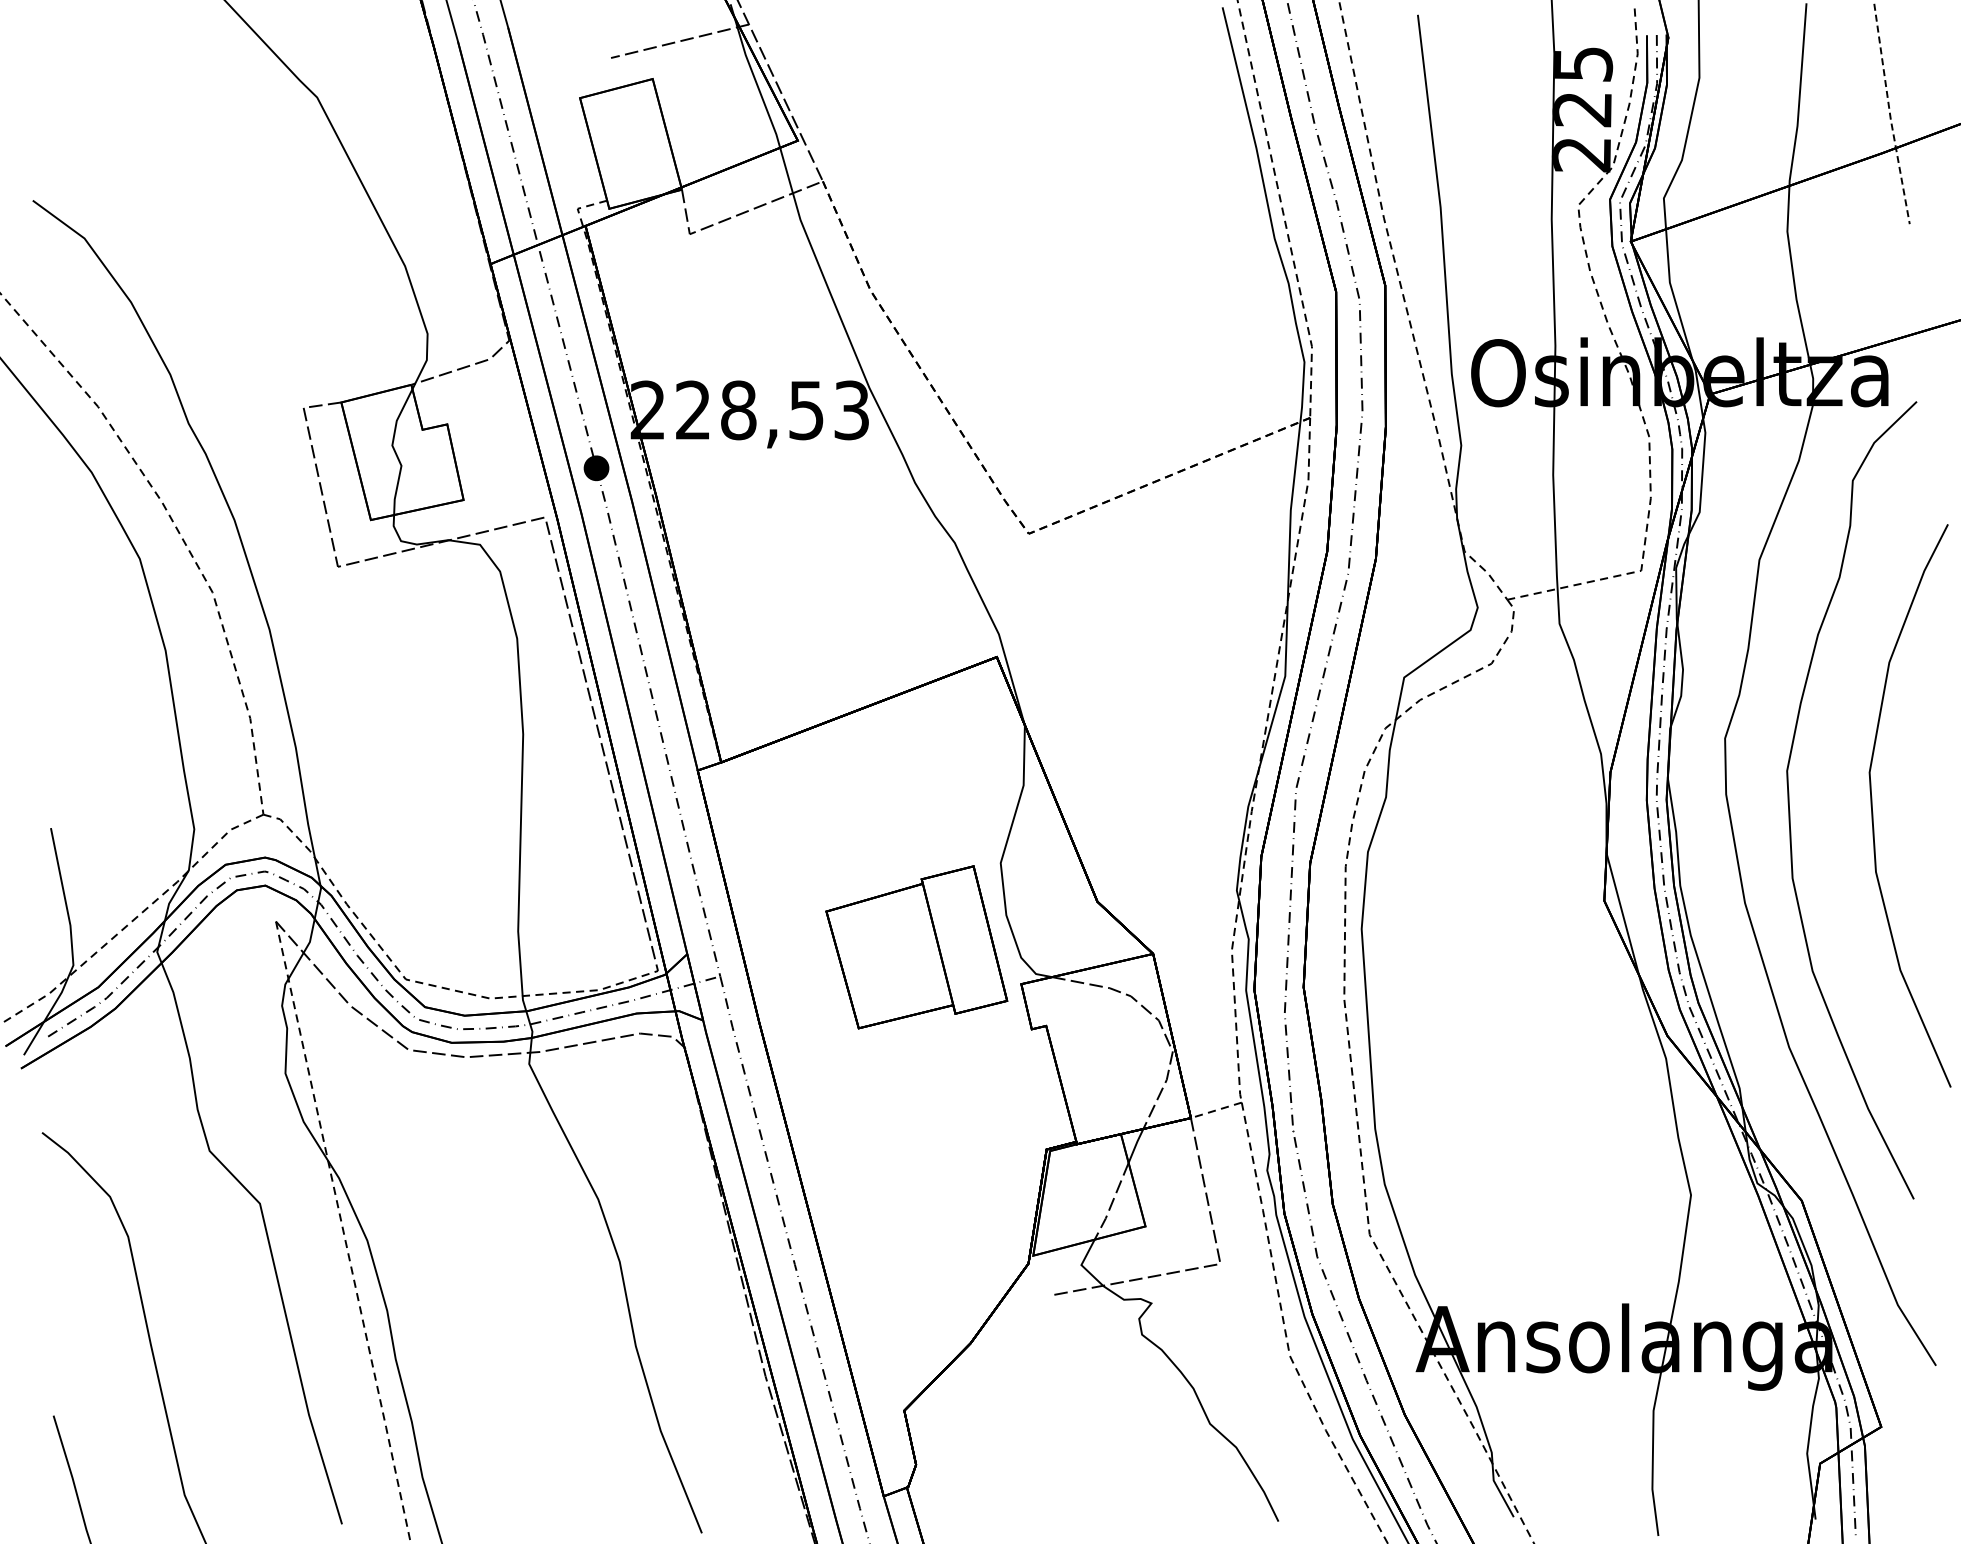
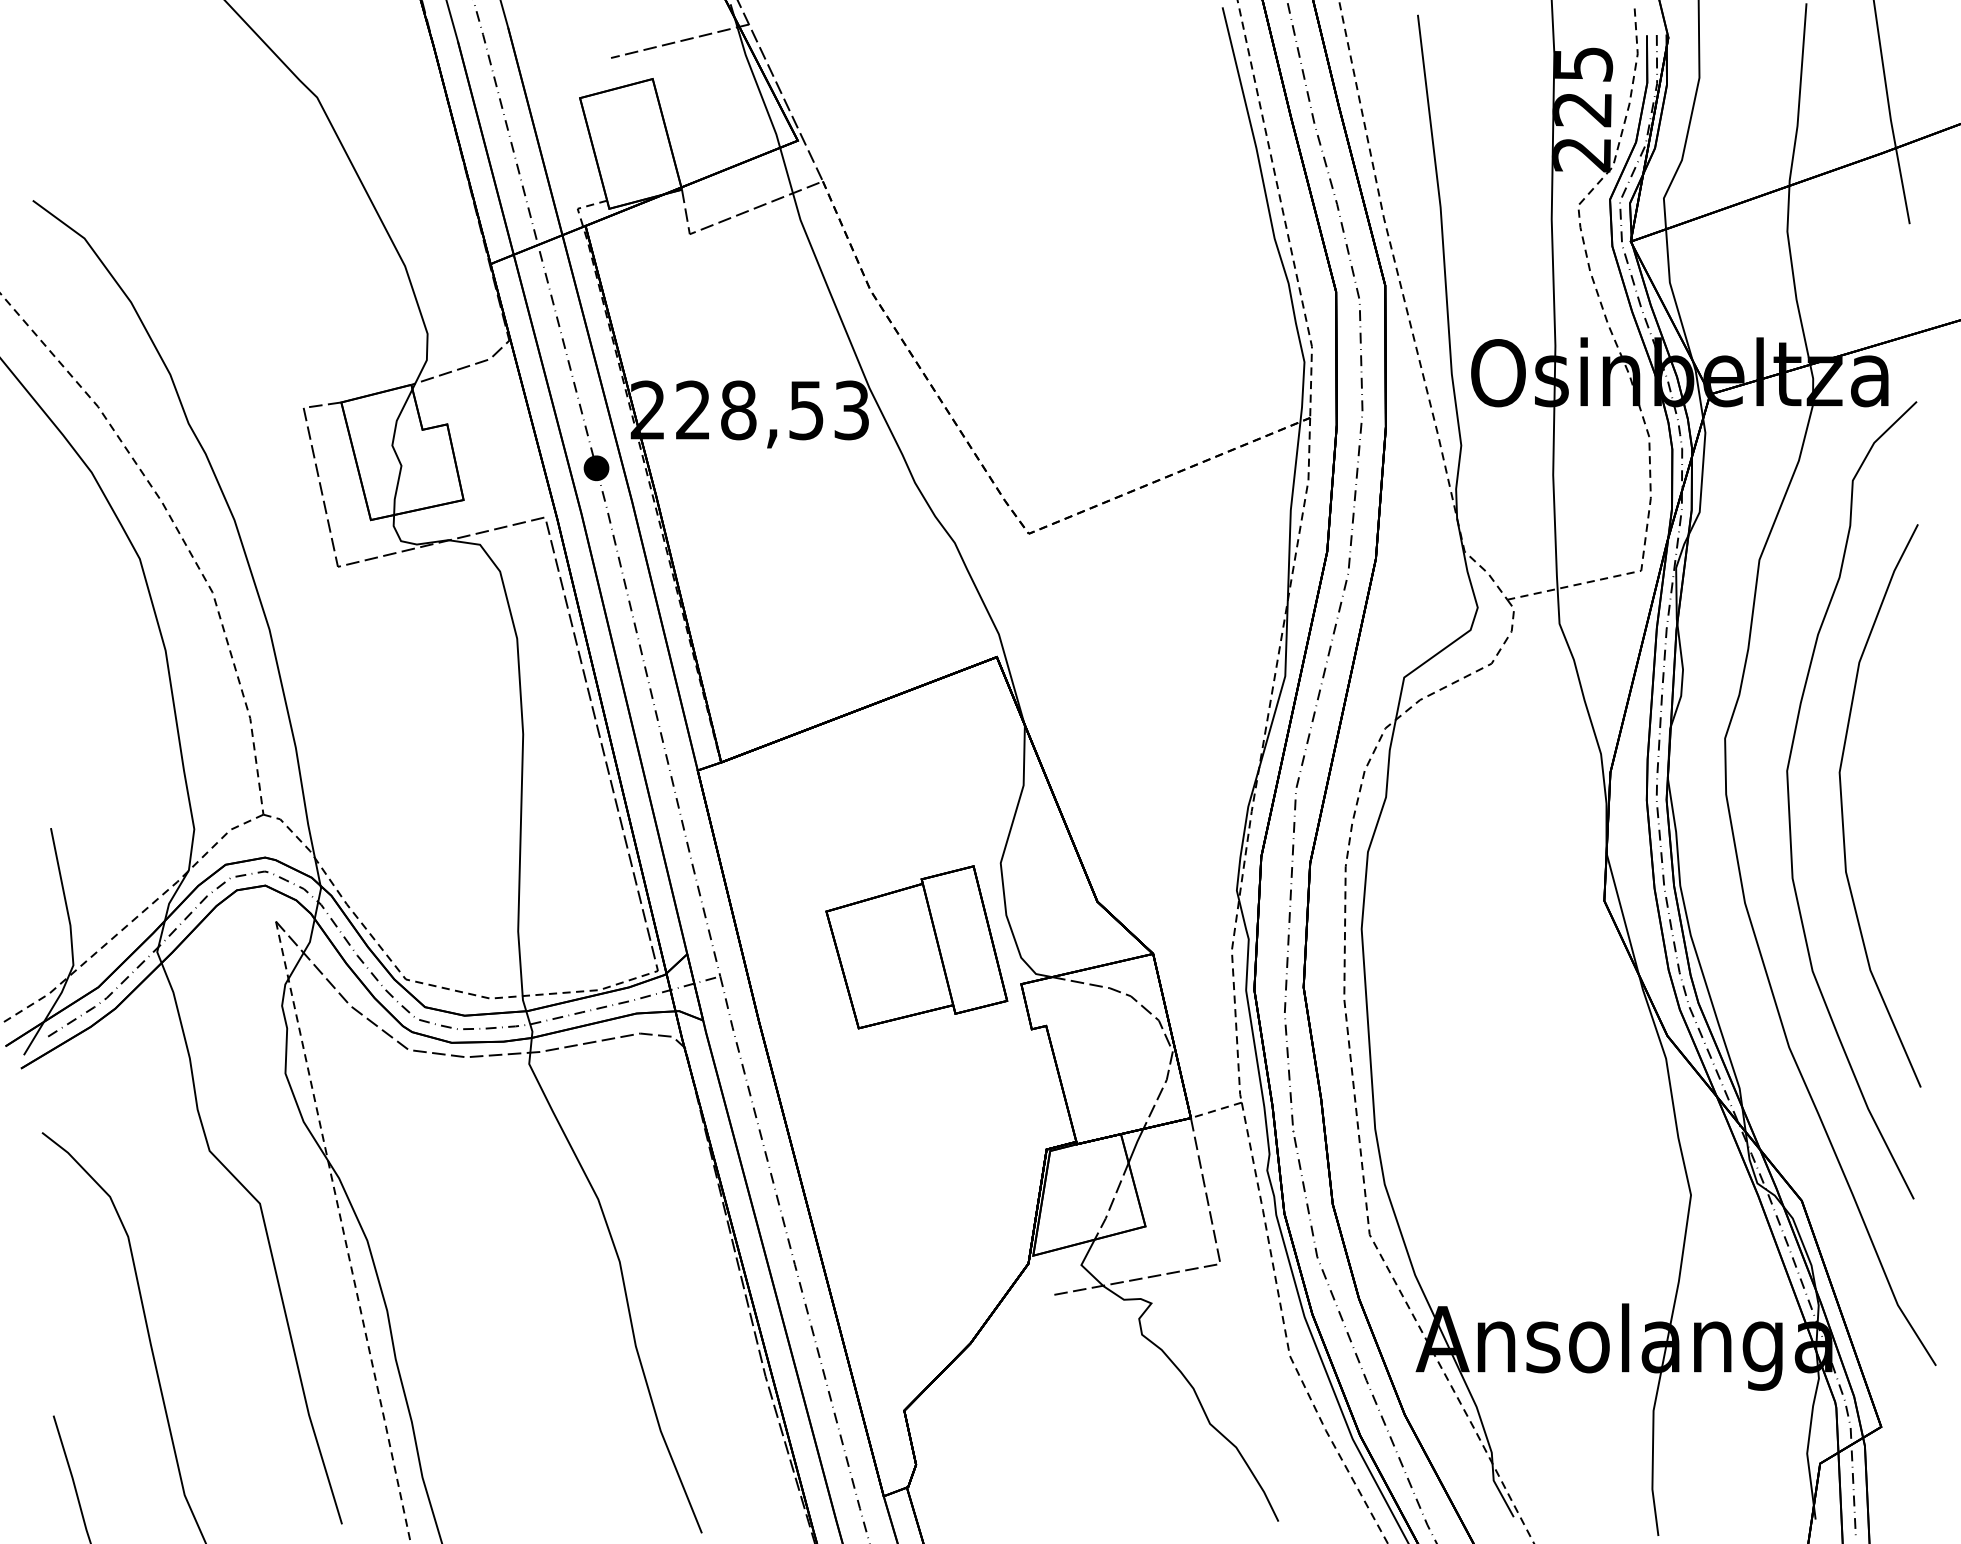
line at (1889, 113): dashed -> solid
curve at (1873, 812) position: (1873, 812) -> (1843, 812)
